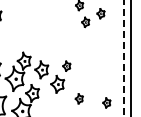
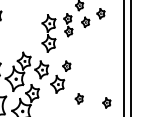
part at (57, 32): none -> present
line at (123, 58): dashed -> solid
